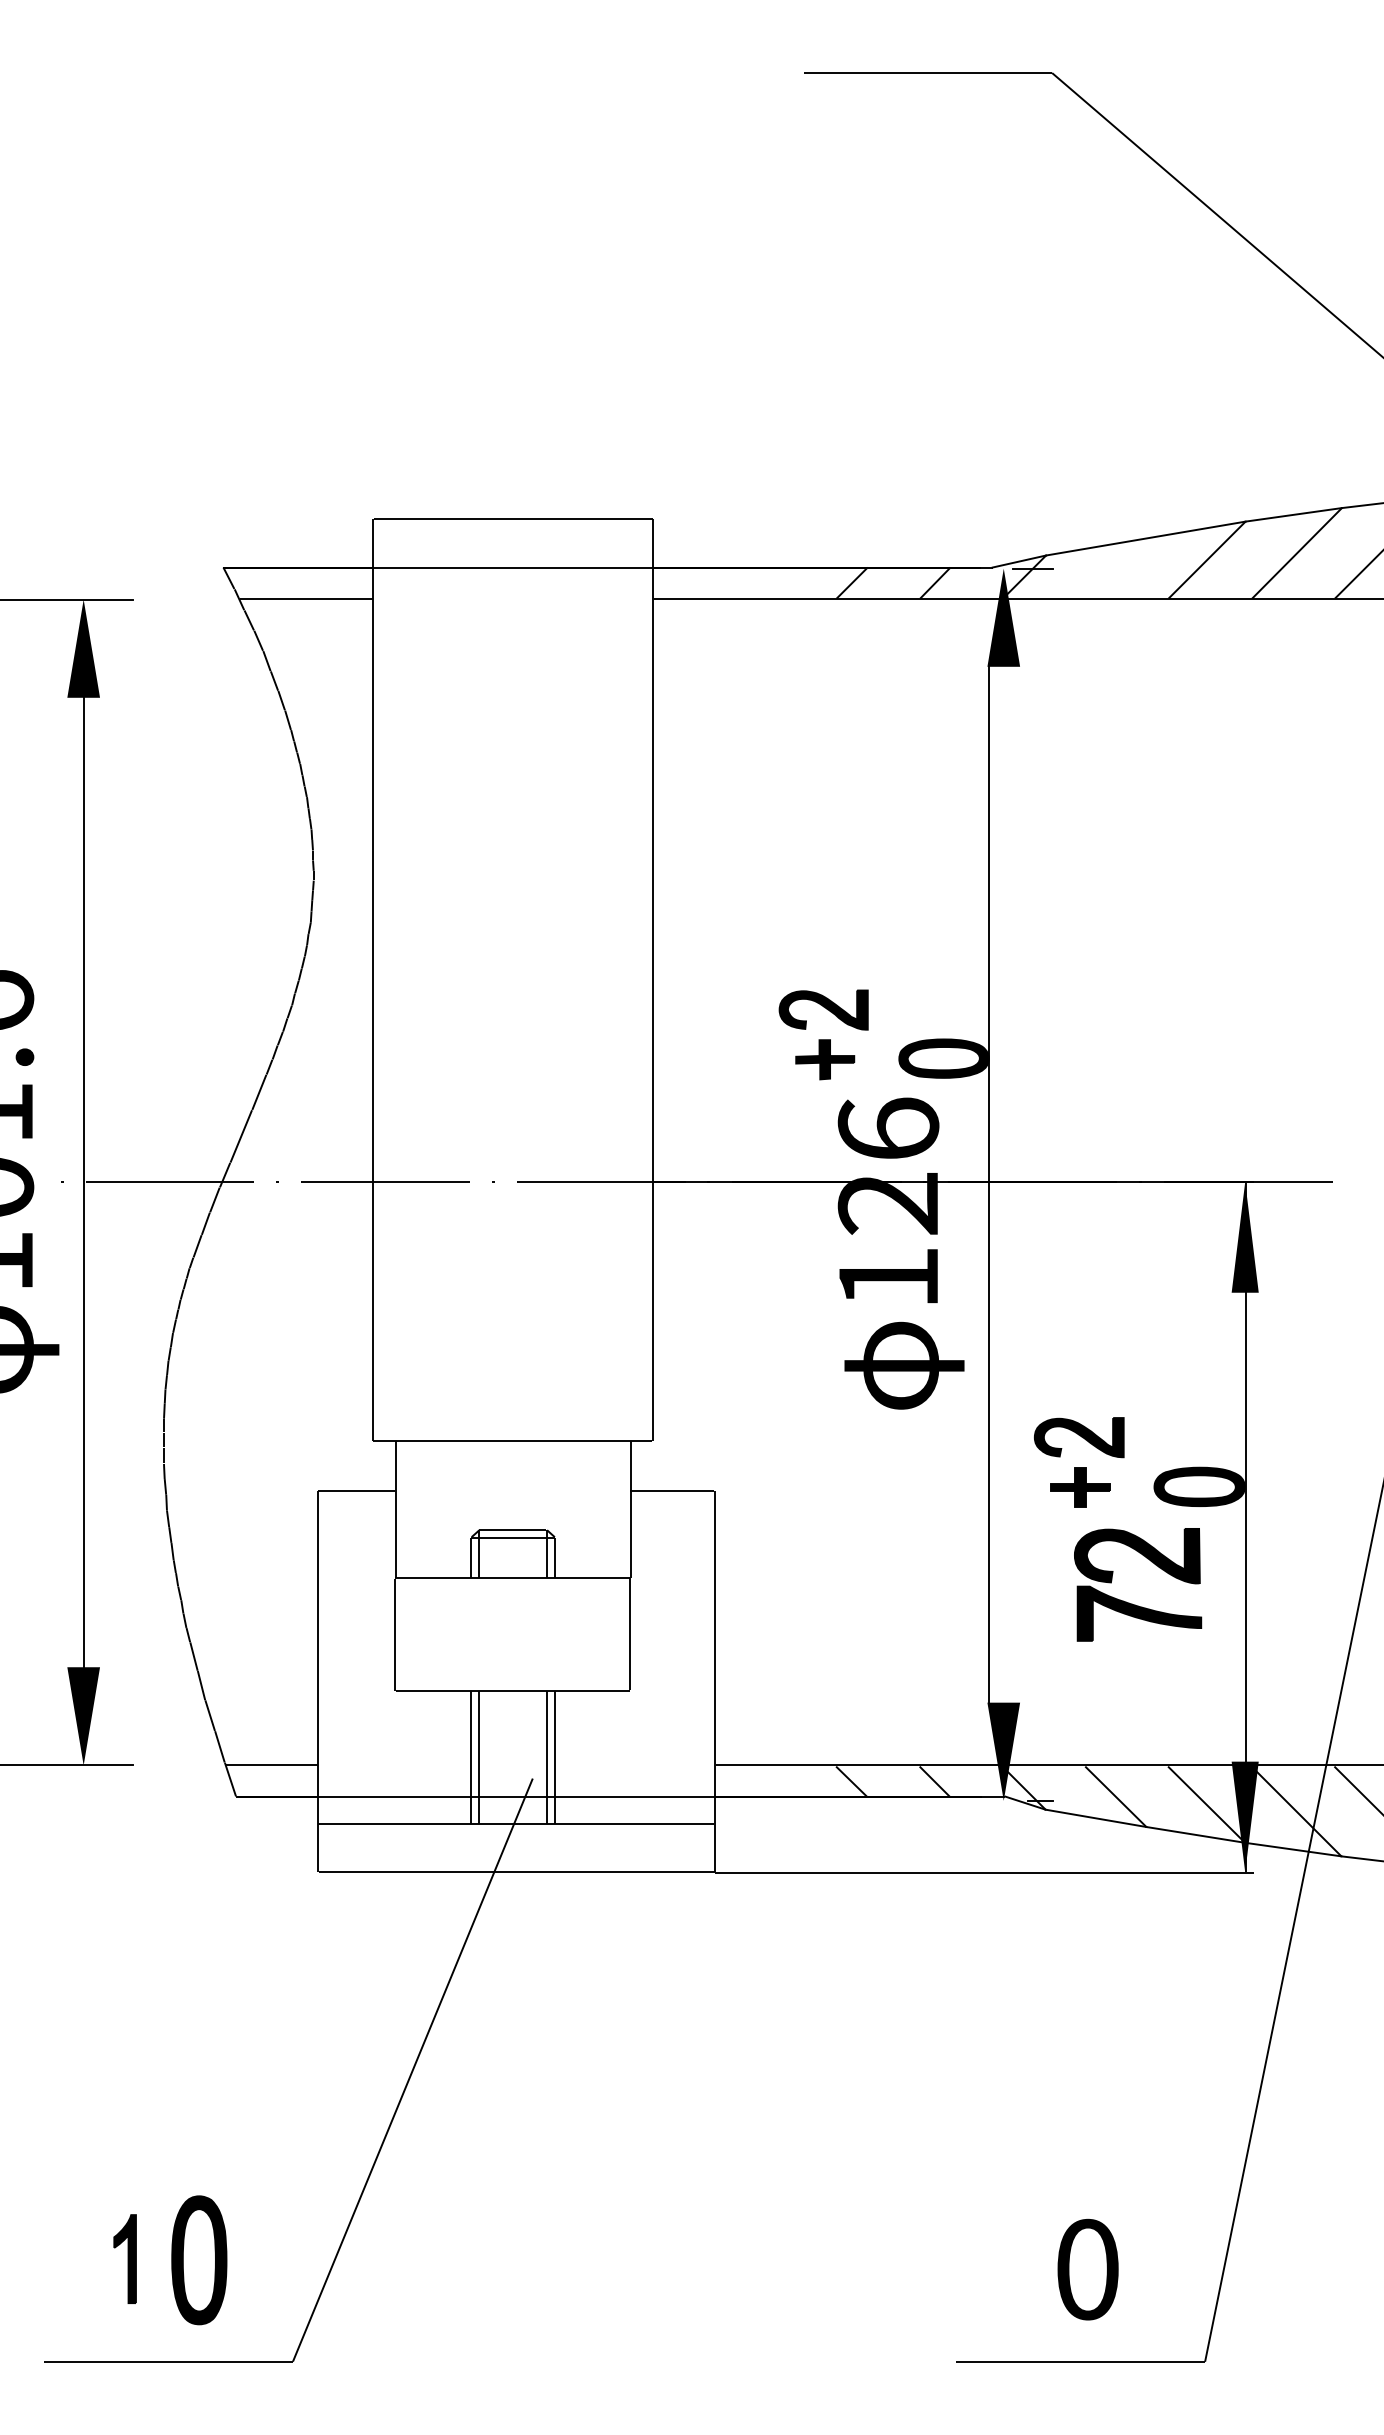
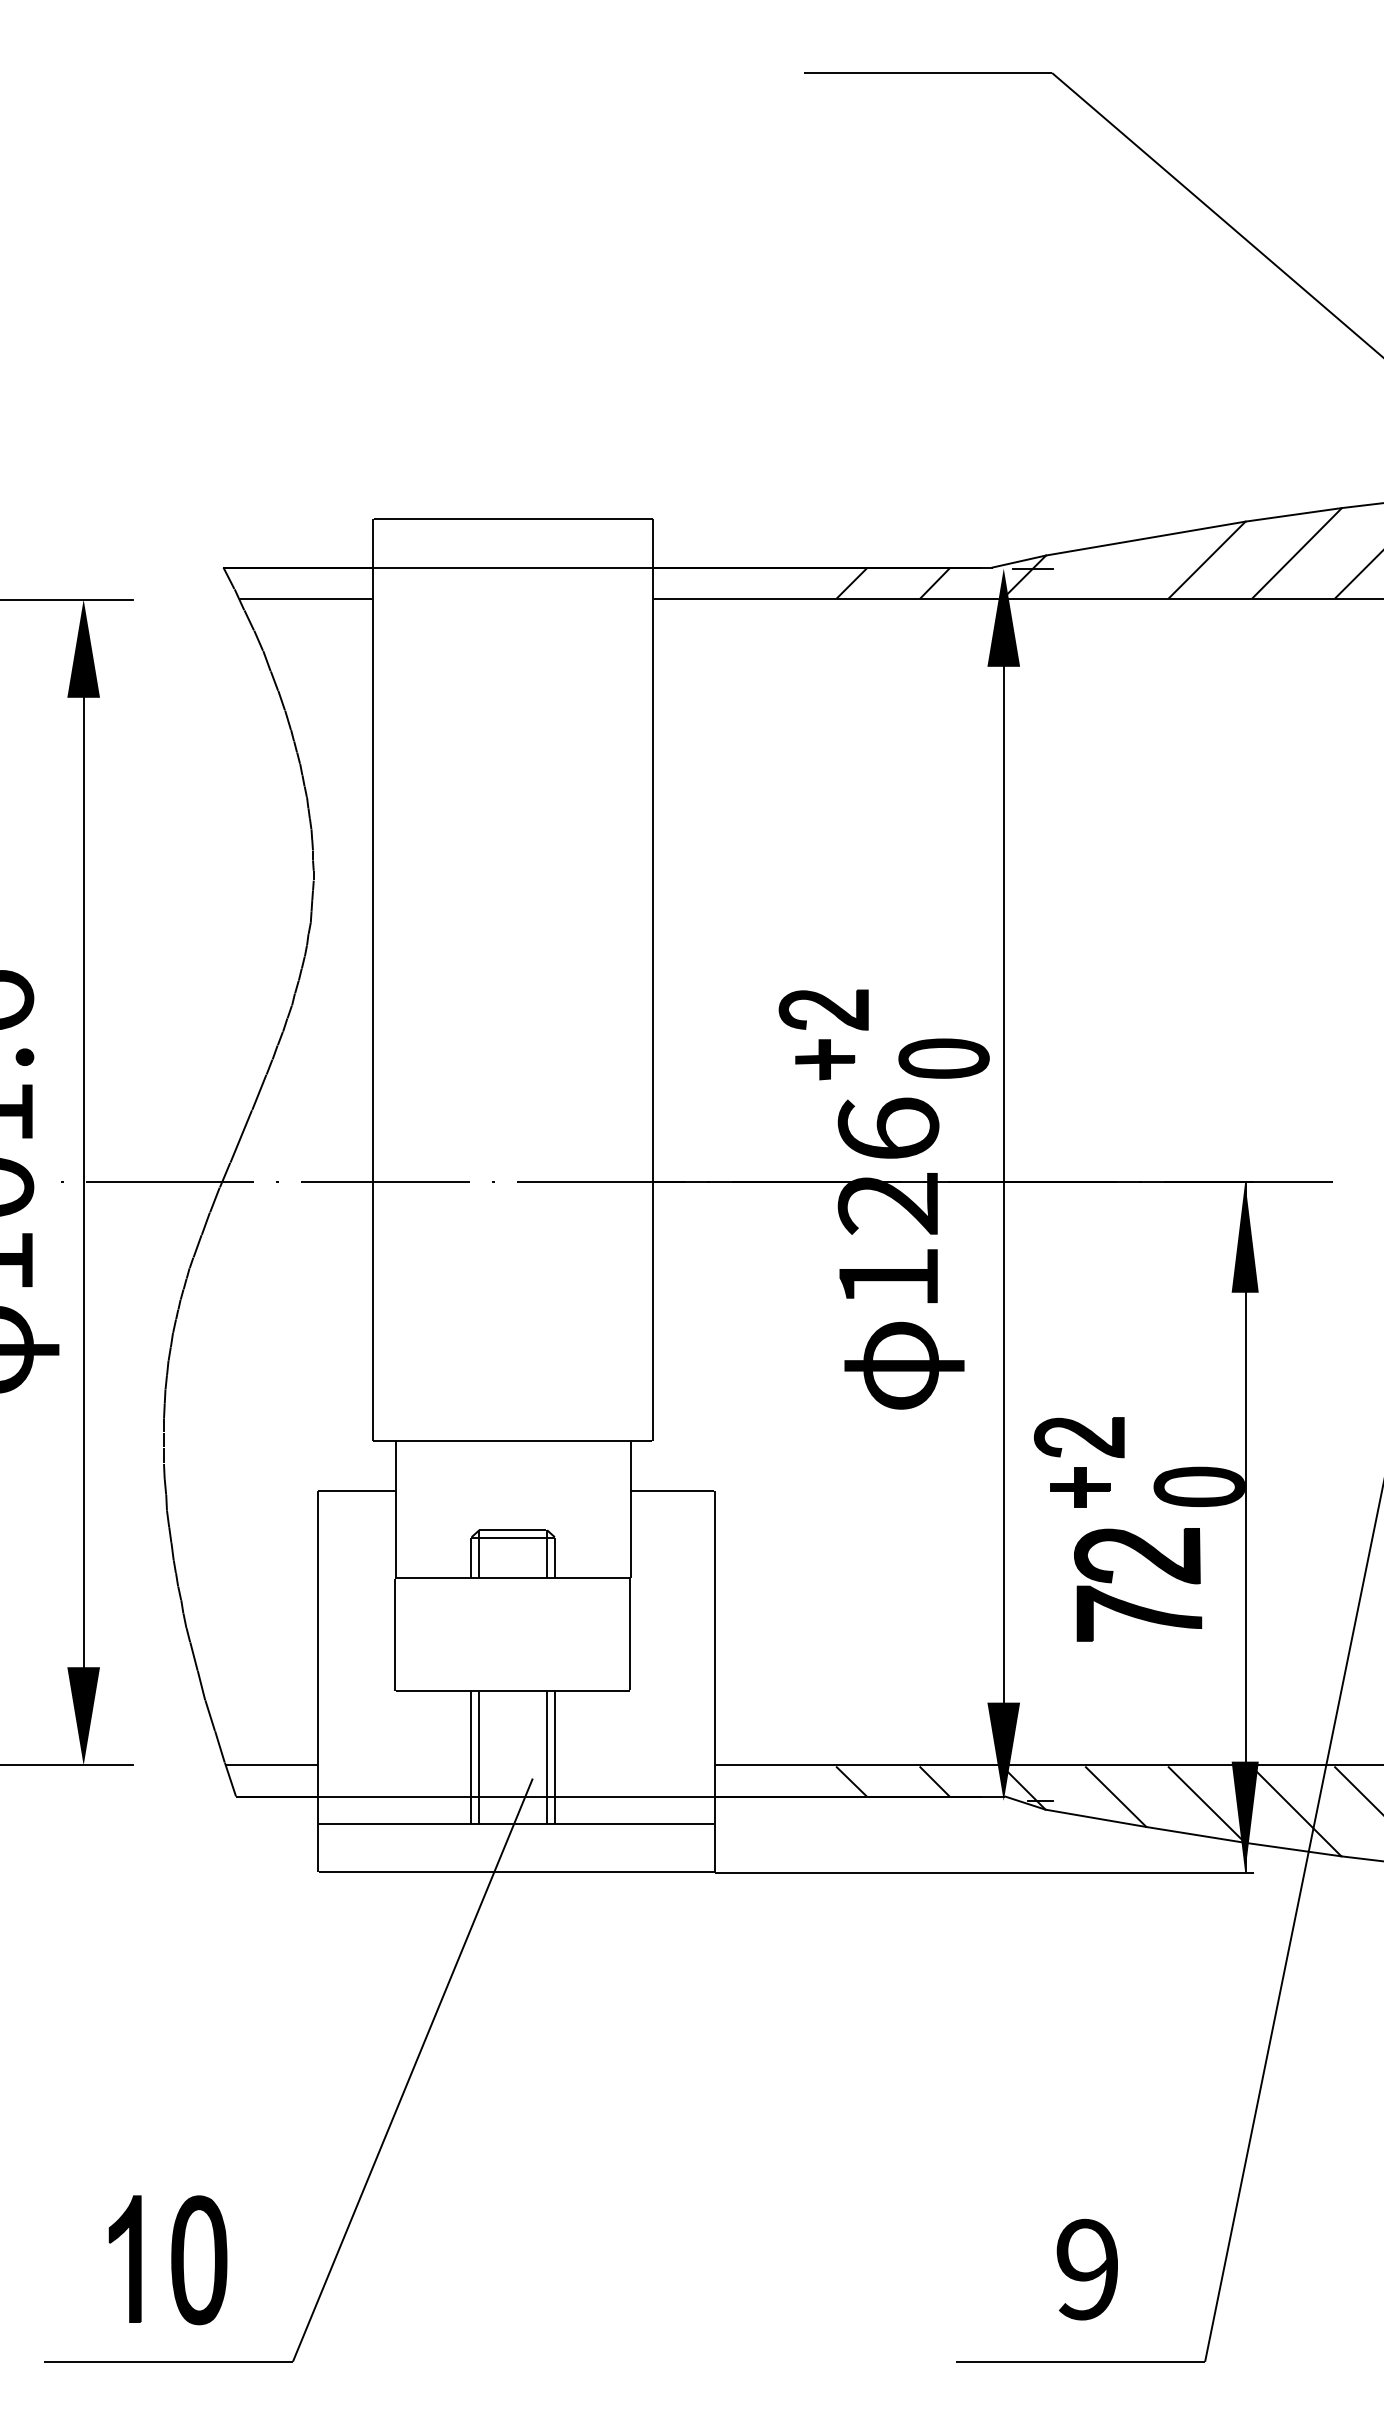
line at (988, 1184) position: (988, 1184) -> (1003, 1184)
part at (124, 2258) size: 24x90 px -> 34x128 px
text at (1087, 2269): 0 -> 9
